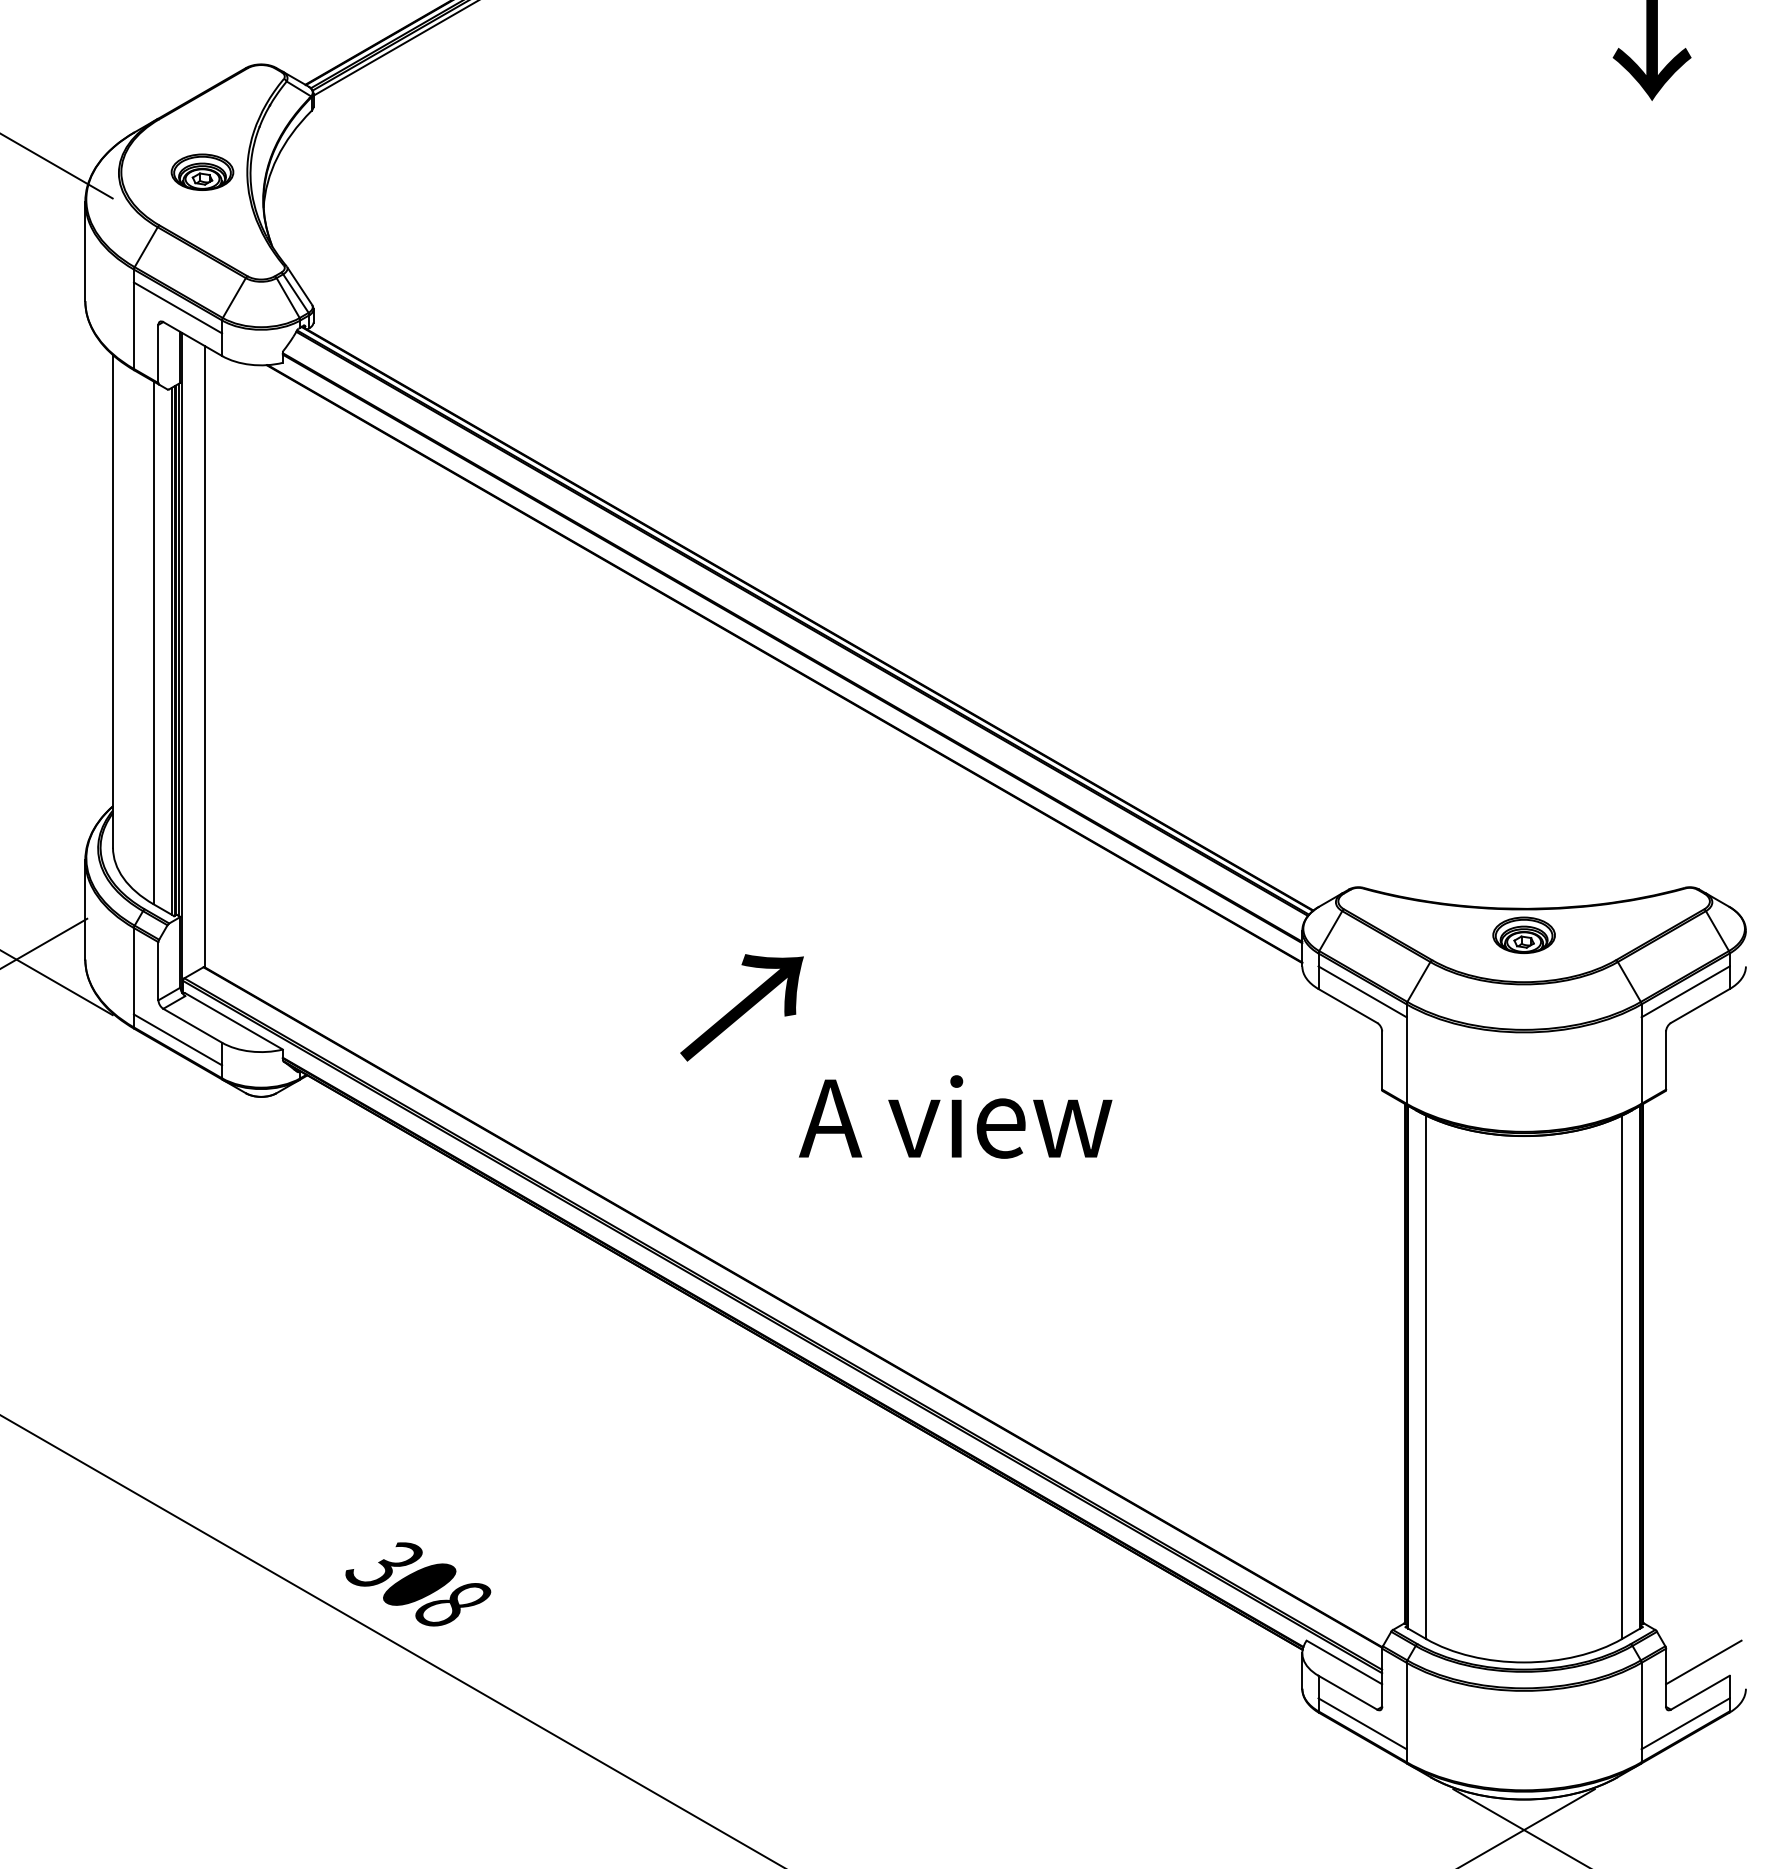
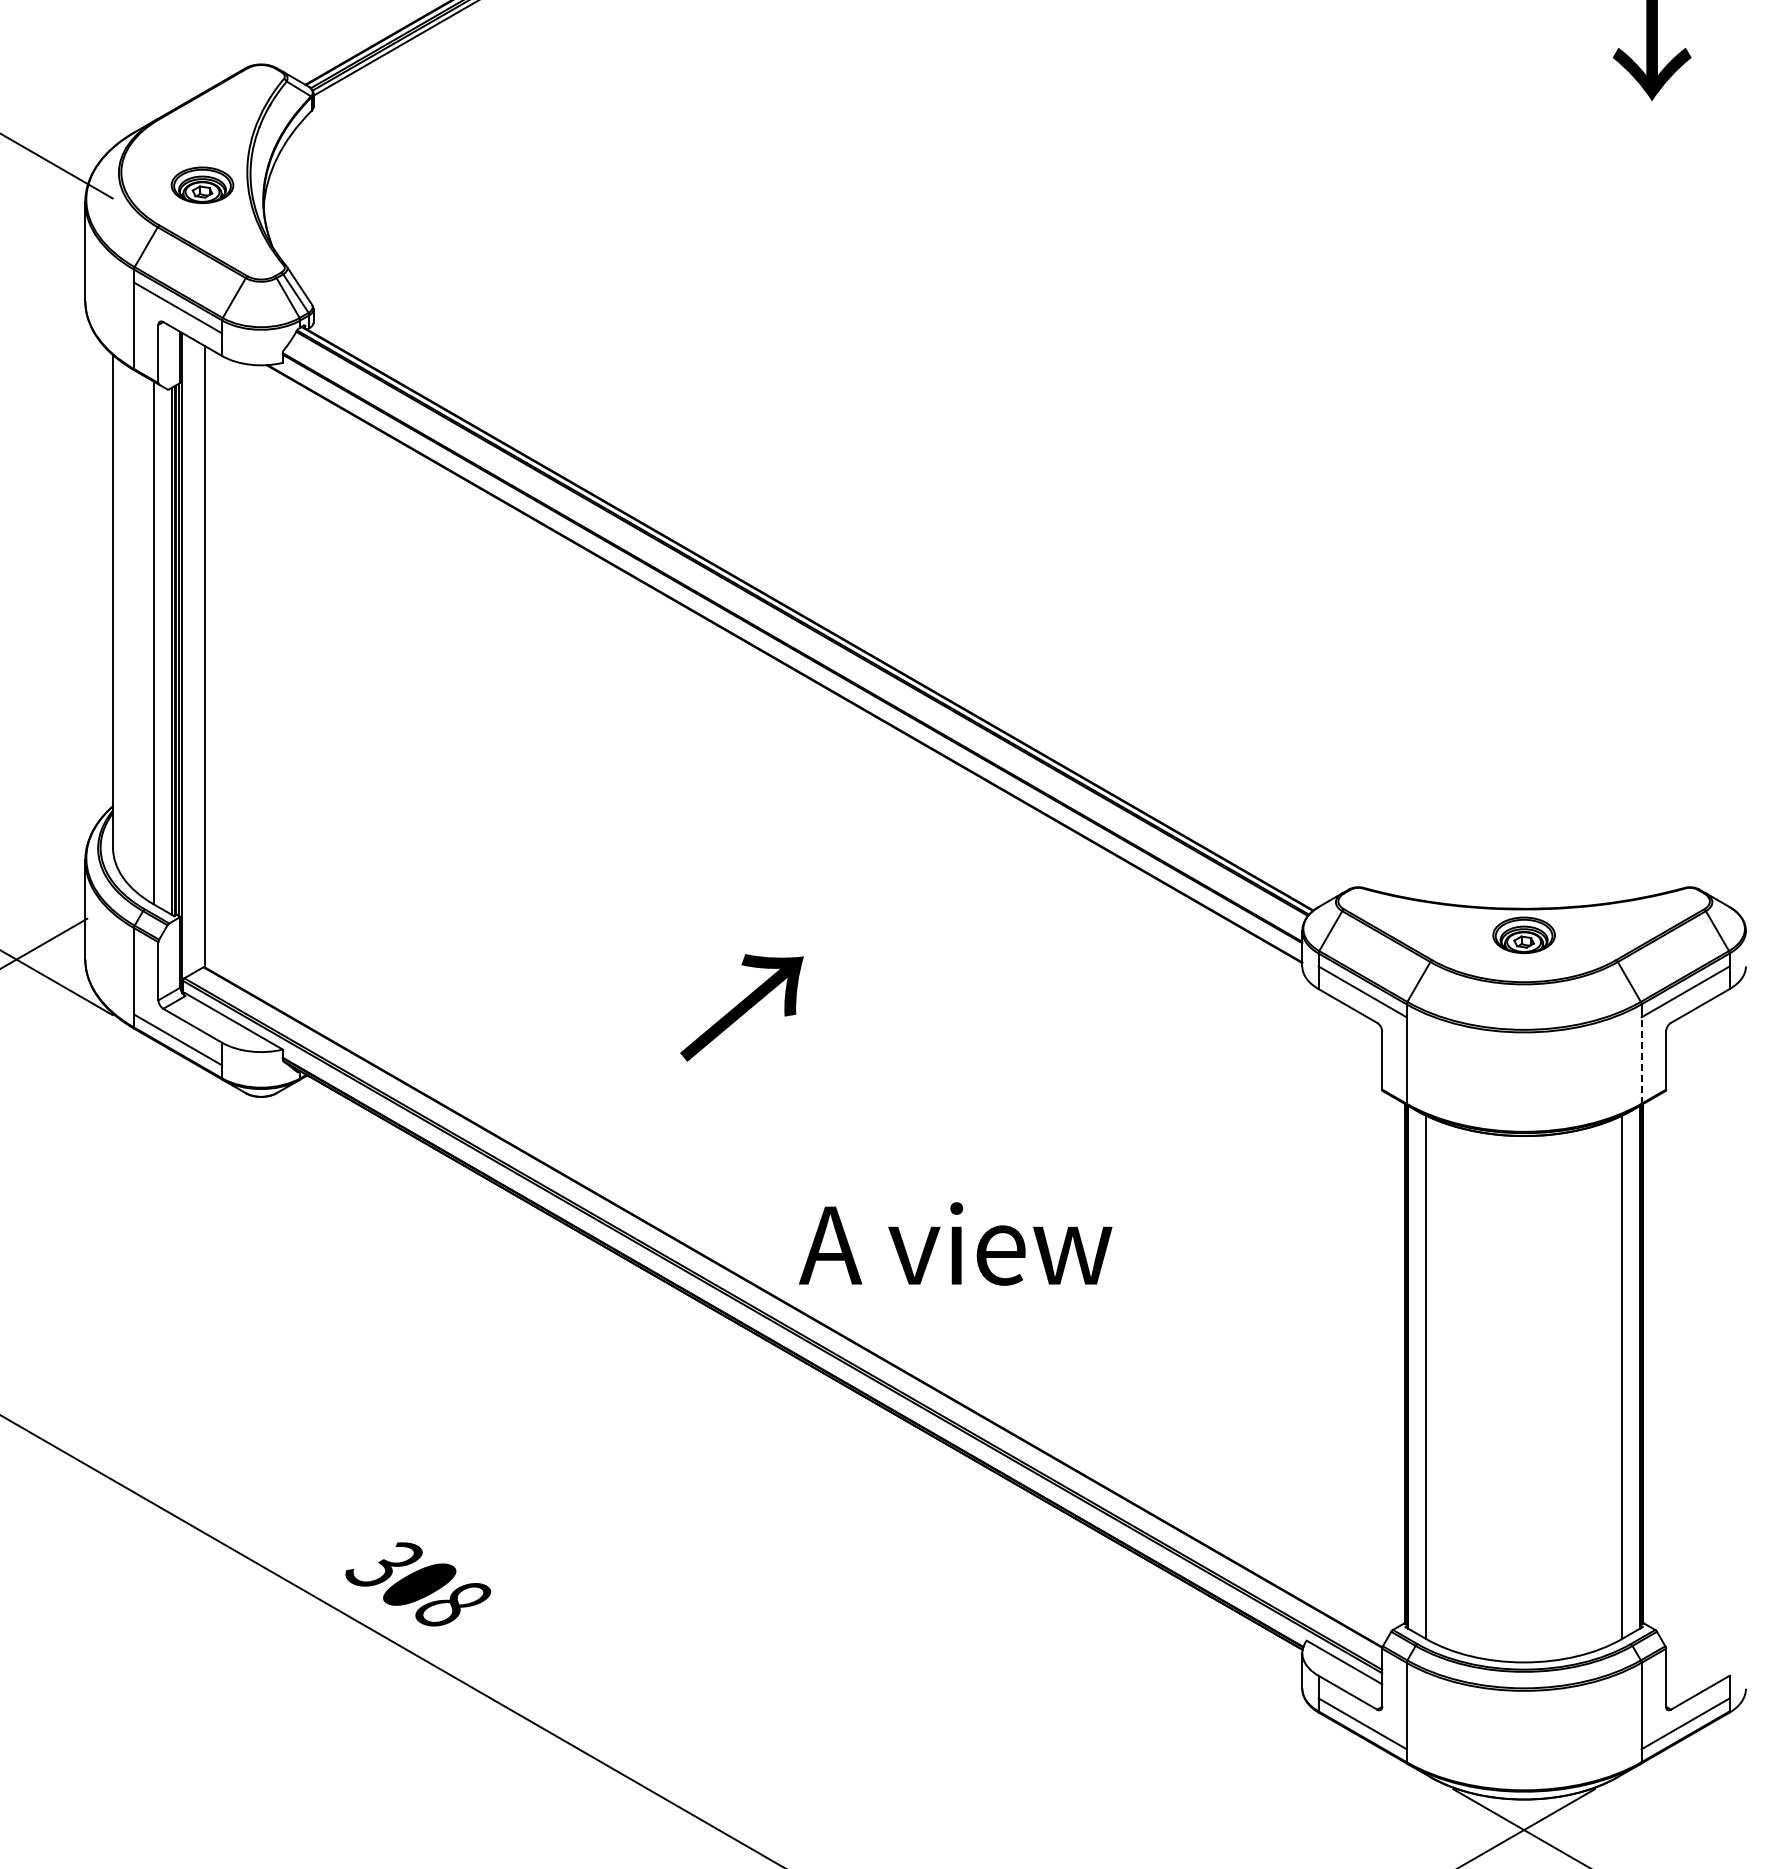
part at (202, 171) position: (202, 171) -> (202, 184)
line at (1641, 1060): solid -> dashed
text at (955, 1116) position: (955, 1116) -> (955, 1243)
line at (1703, 1662): present -> none
